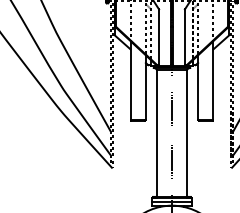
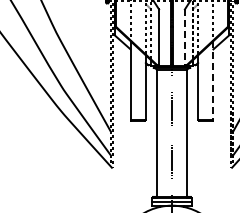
line at (184, 37): solid -> dashed
line at (213, 81): solid -> dashed
